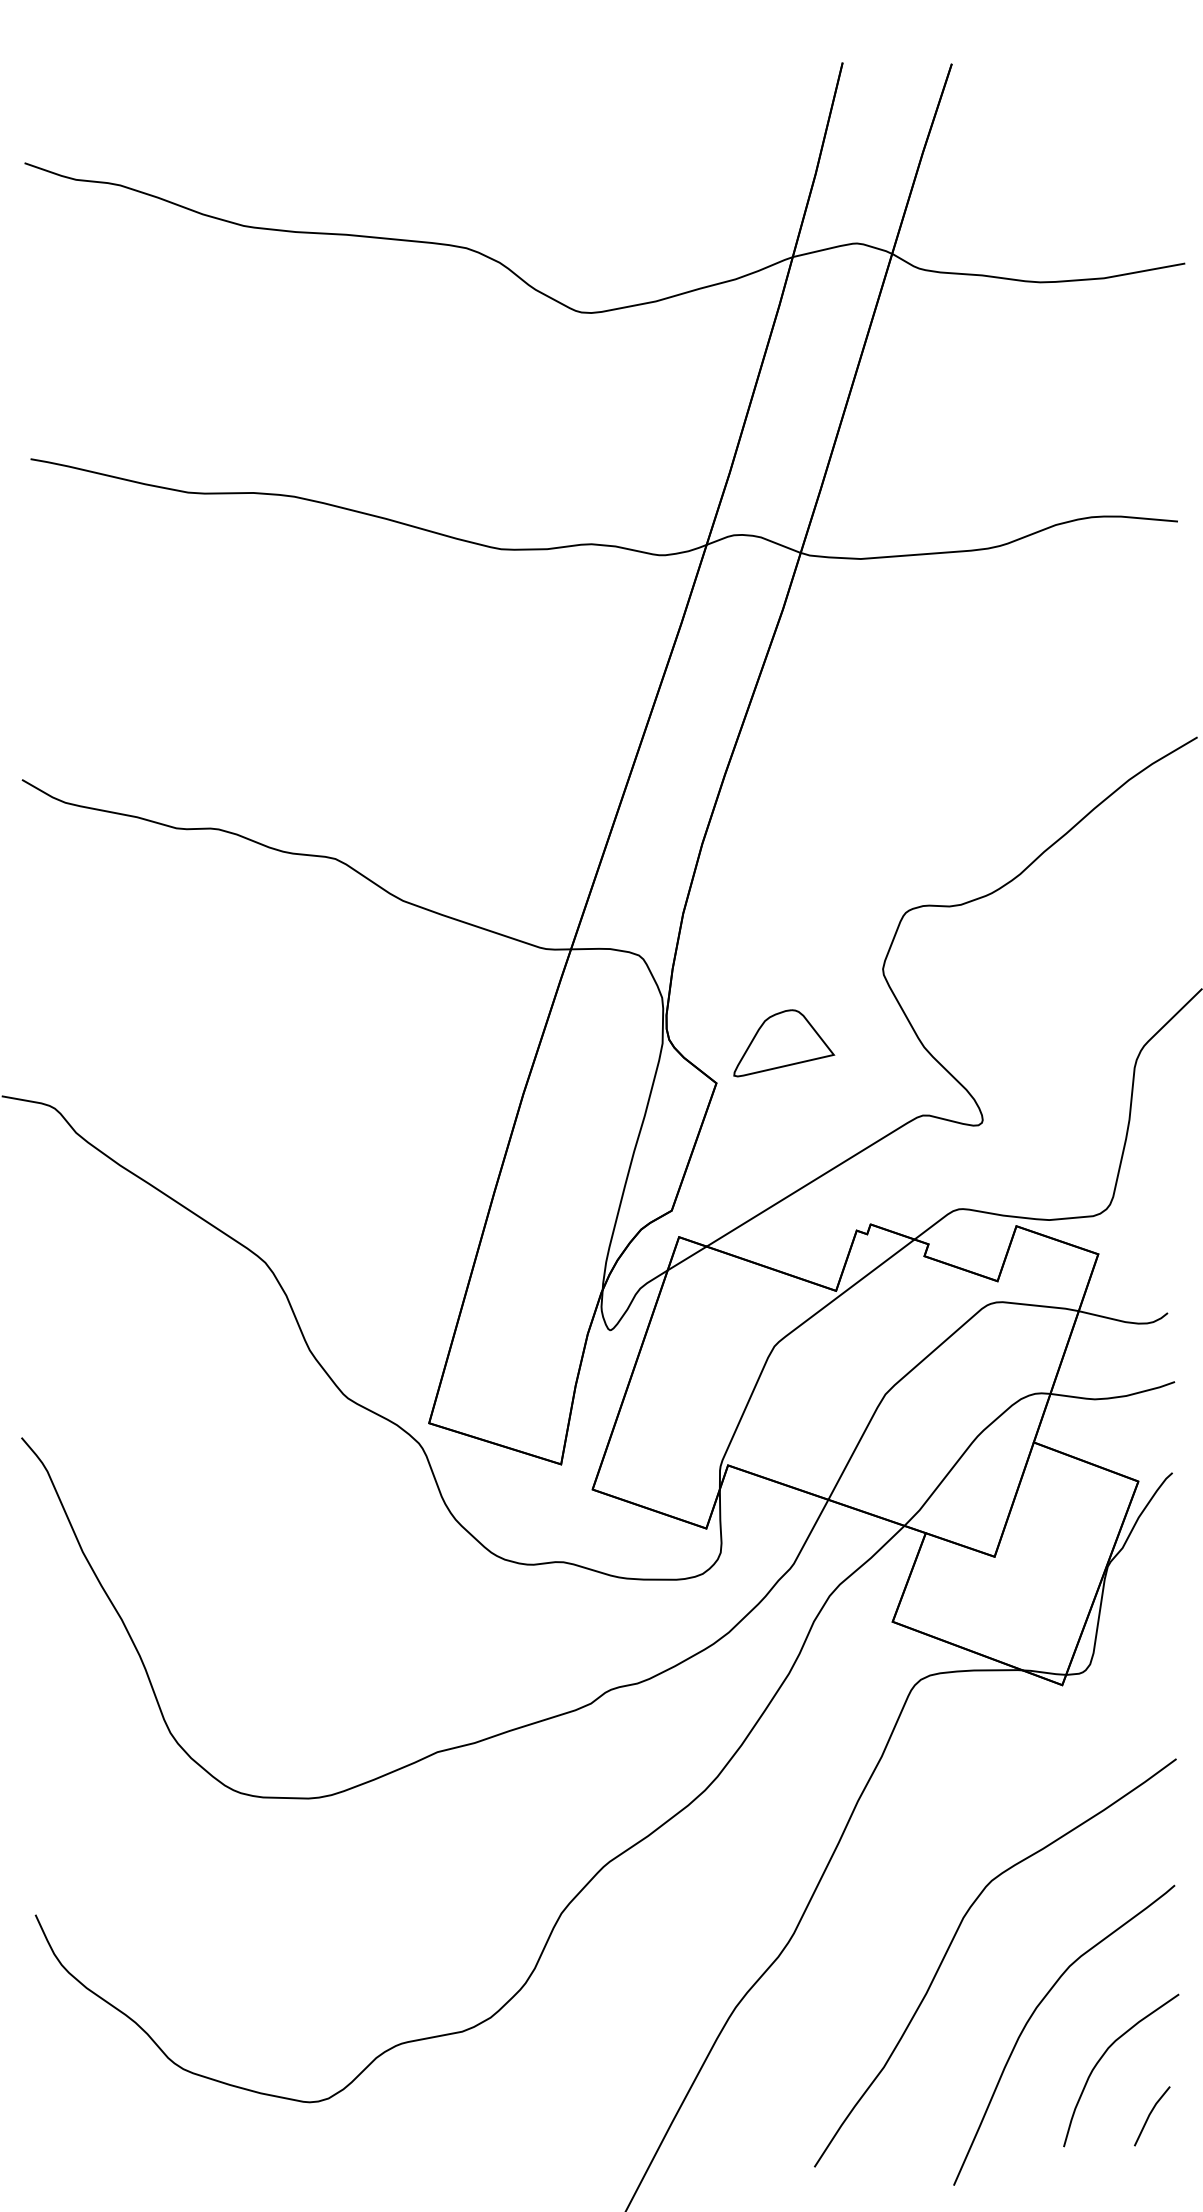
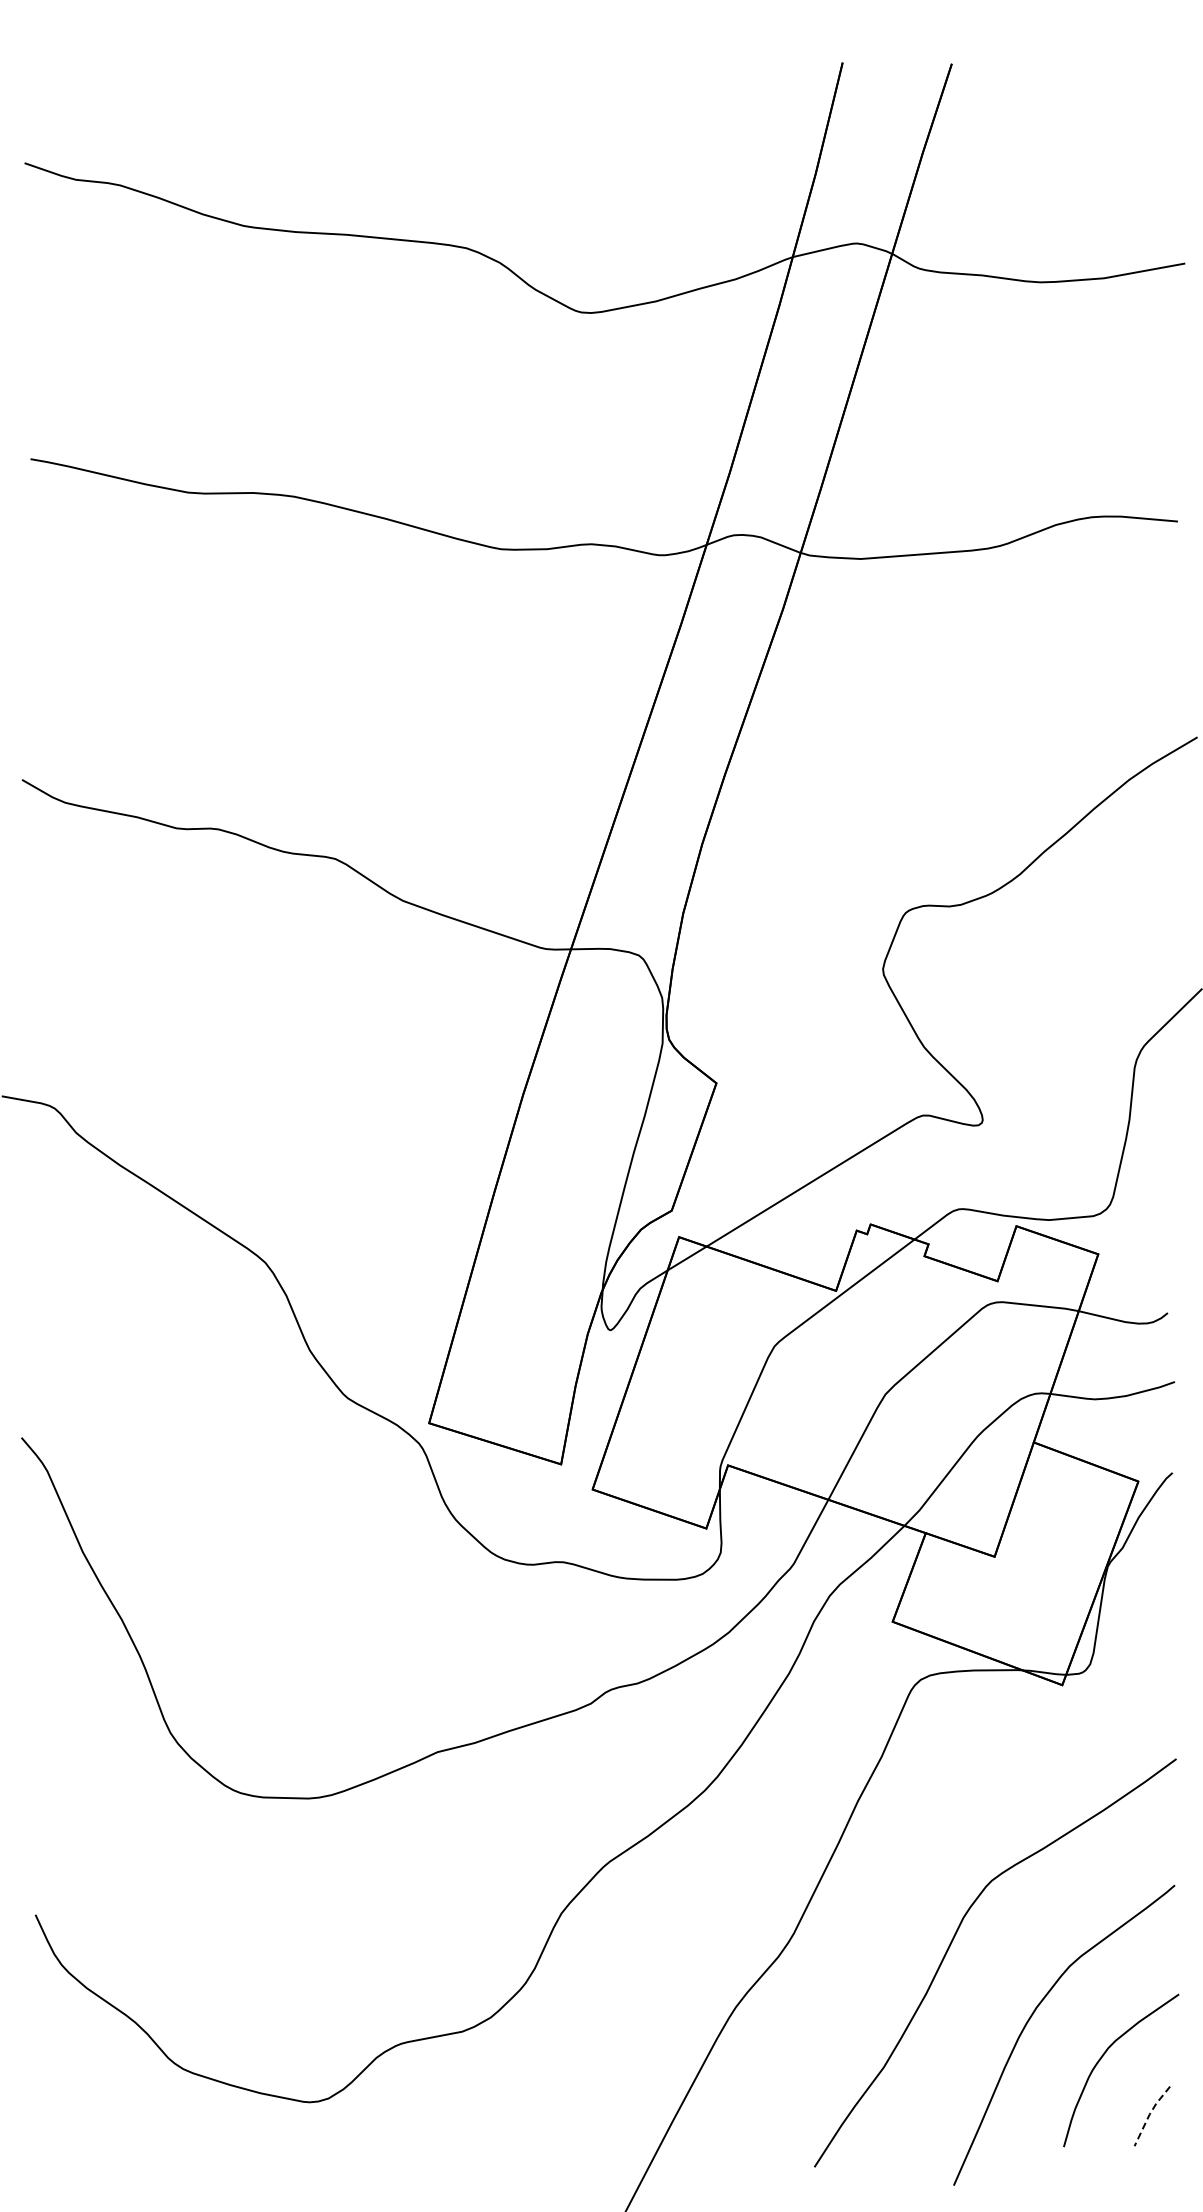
part at (784, 1043): present -> none
line at (1149, 2114): solid -> dashed
